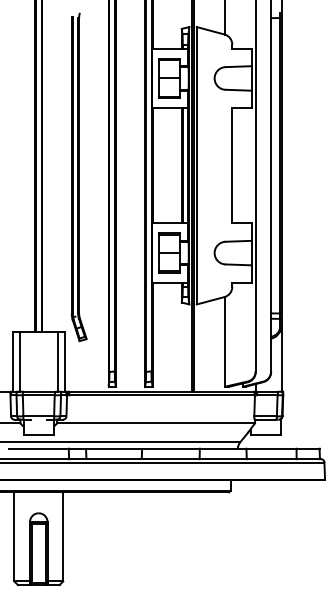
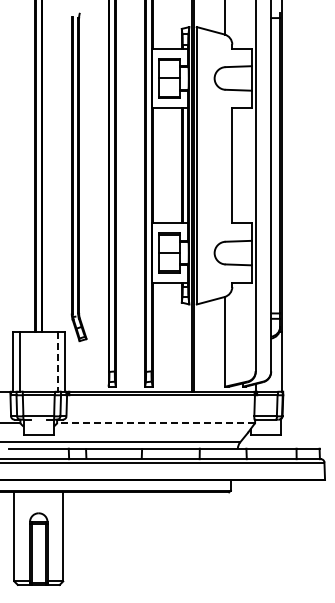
line at (57, 362): solid -> dashed
line at (156, 423): solid -> dashed
